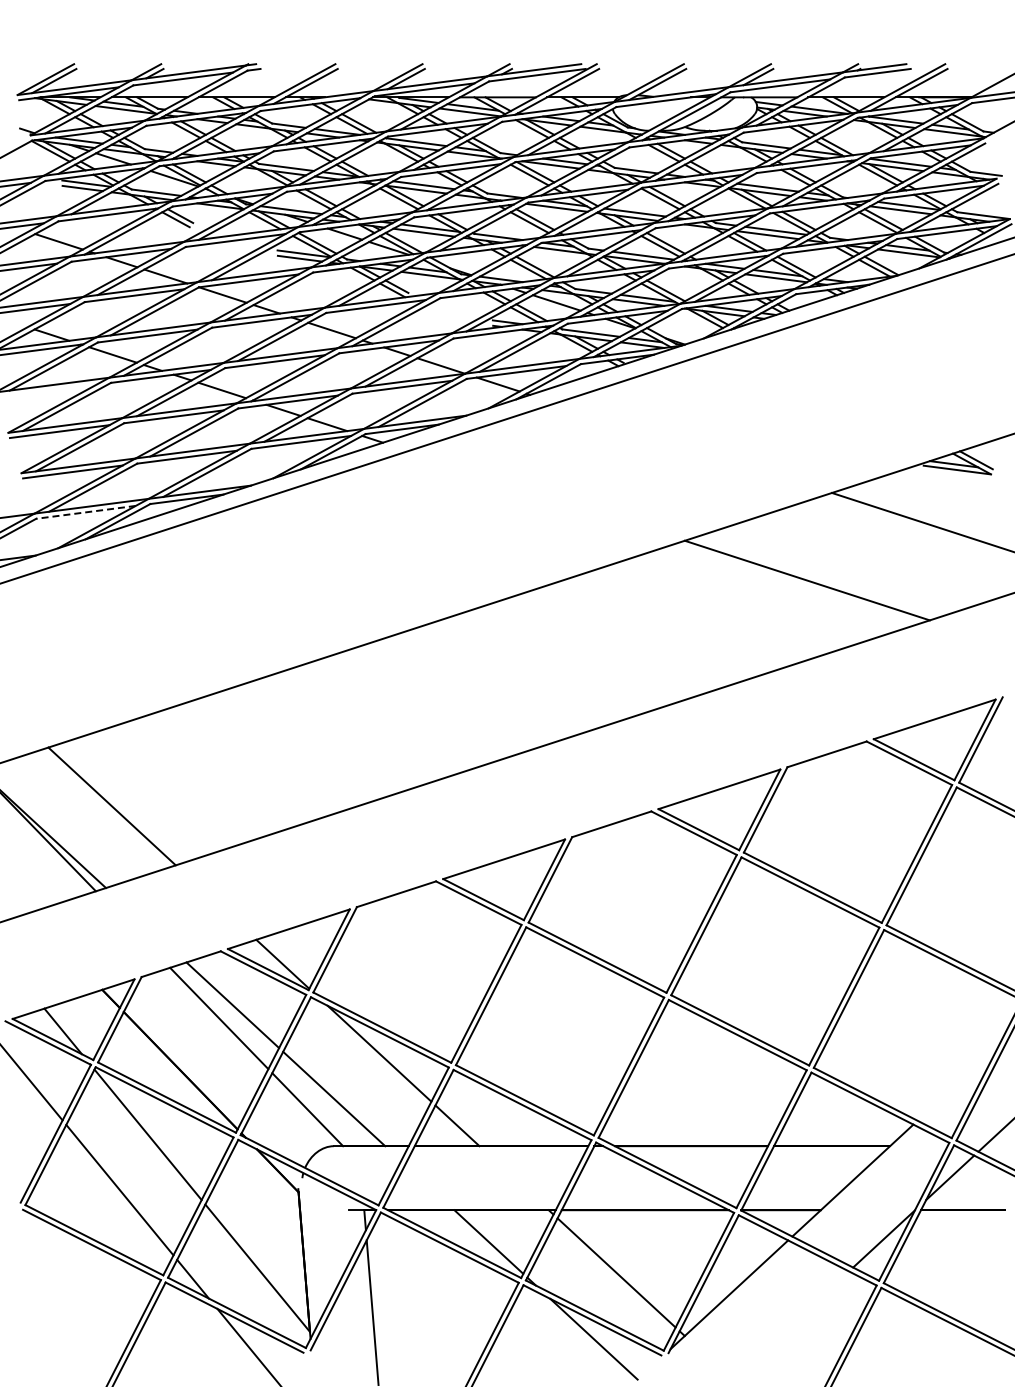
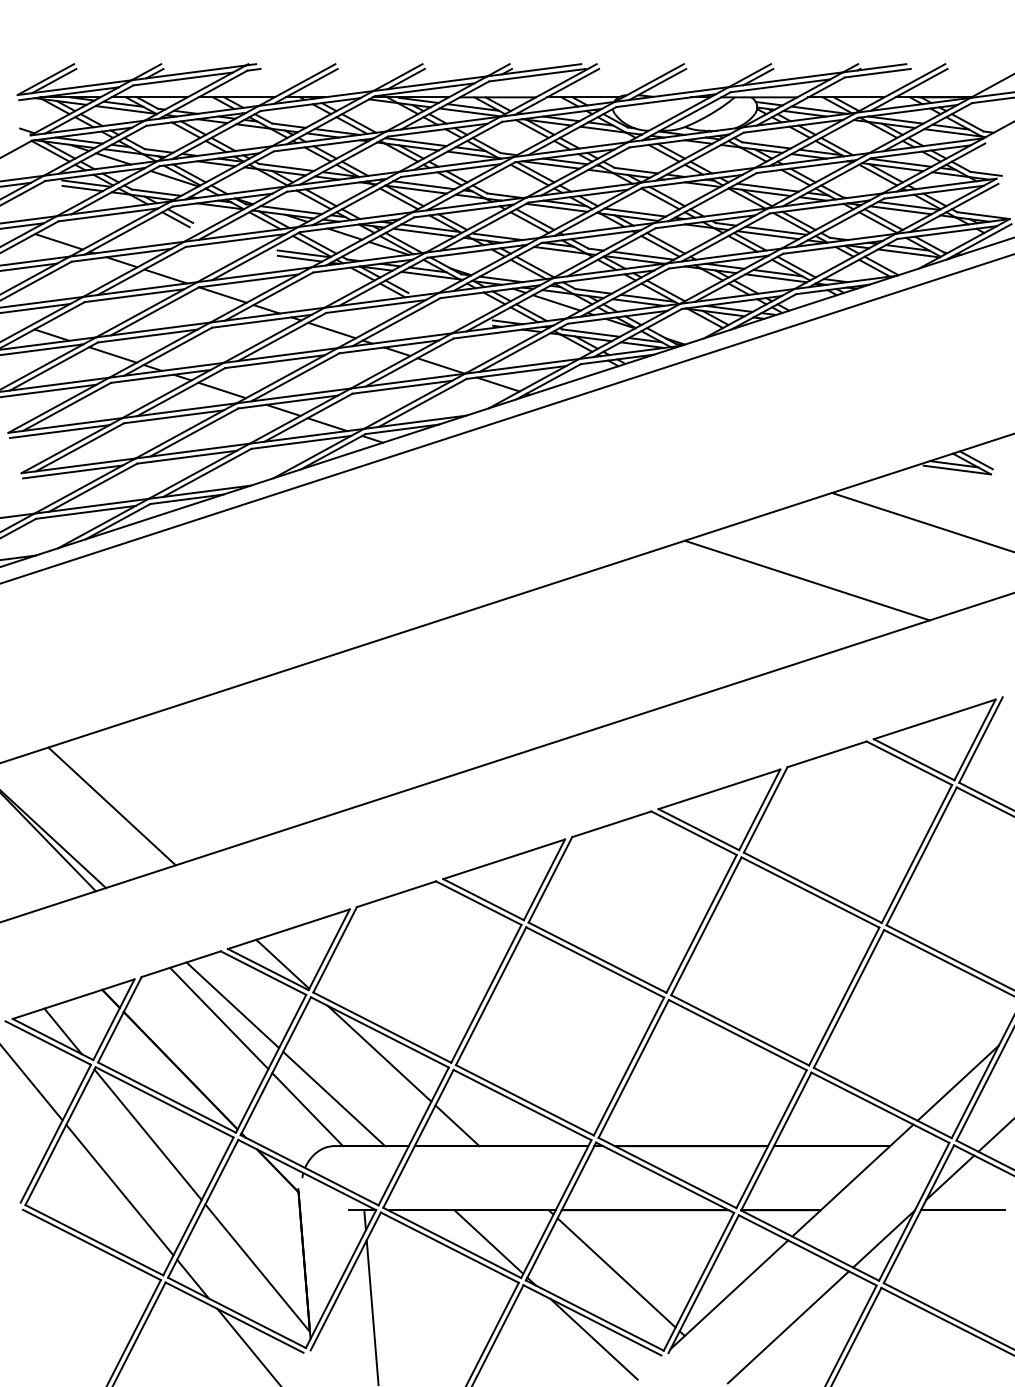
line at (49, 390): none -> present
line at (85, 512): dashed -> solid
line at (957, 1082): none -> present
line at (787, 1327): none -> present
